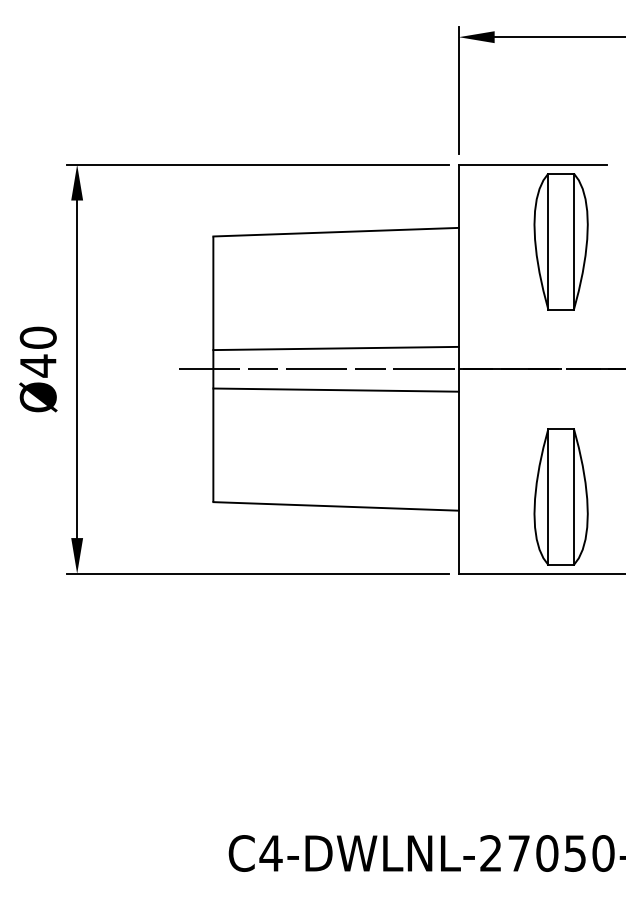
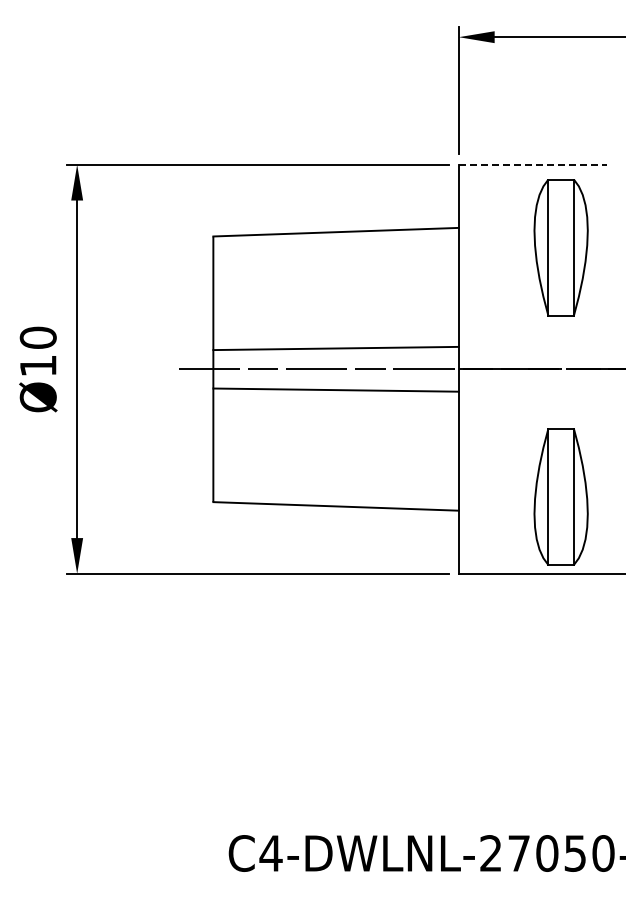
line at (533, 164): solid -> dashed
part at (560, 241) position: (560, 241) -> (560, 247)
text at (38, 365): Ø40 -> Ø10
